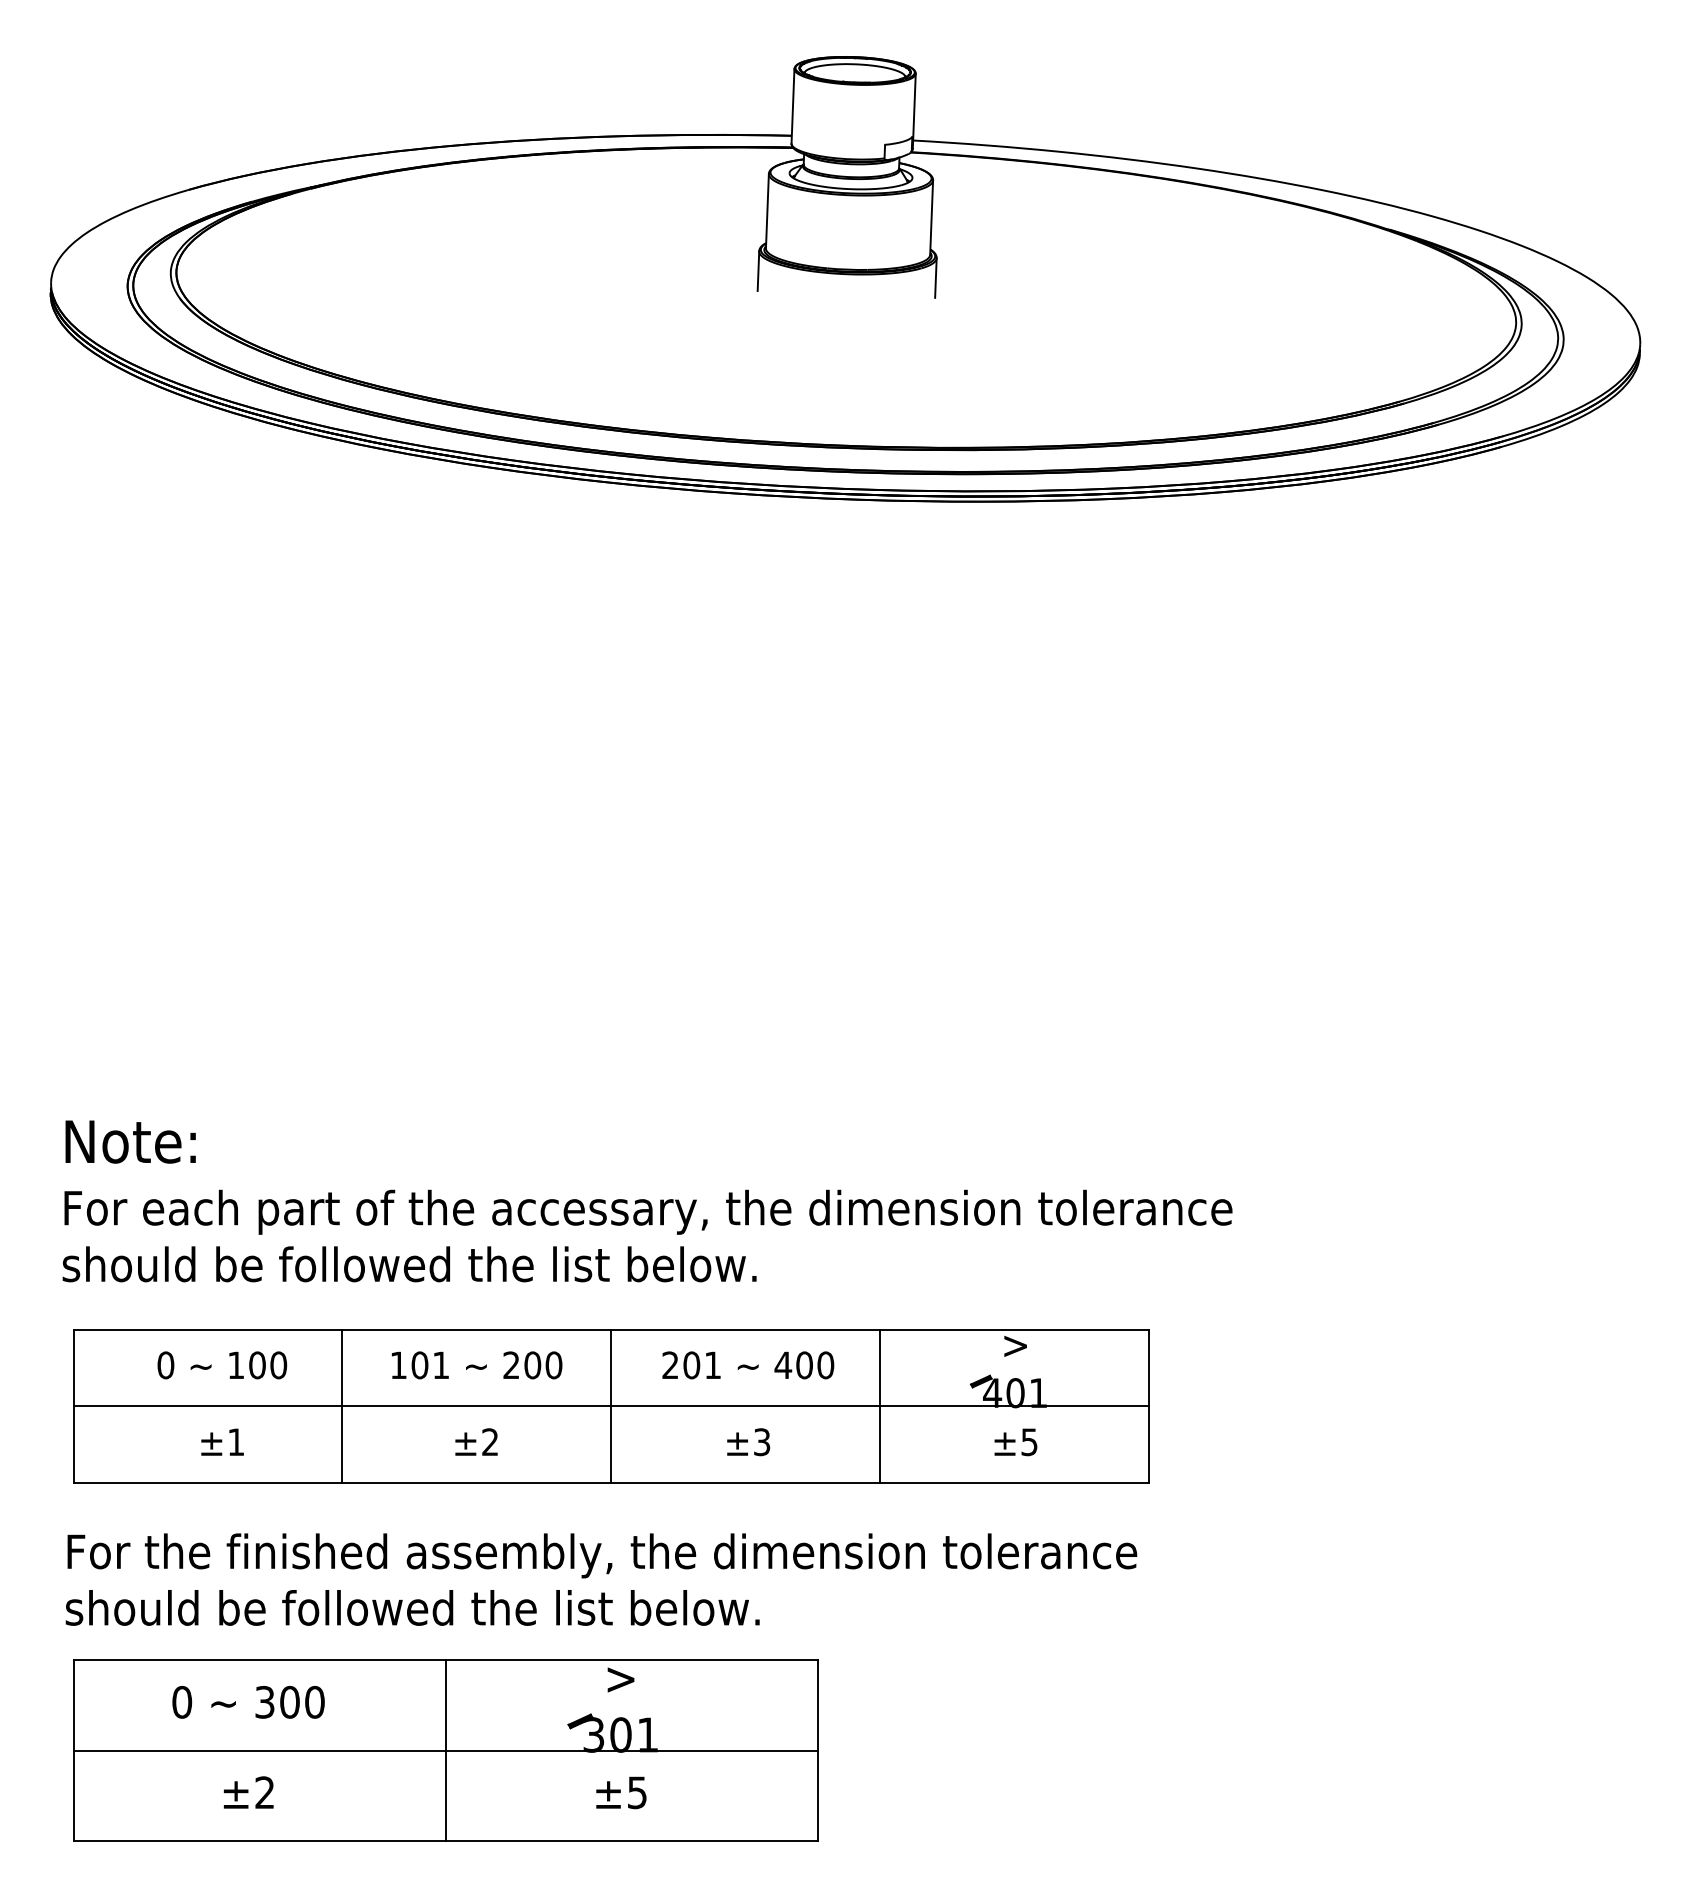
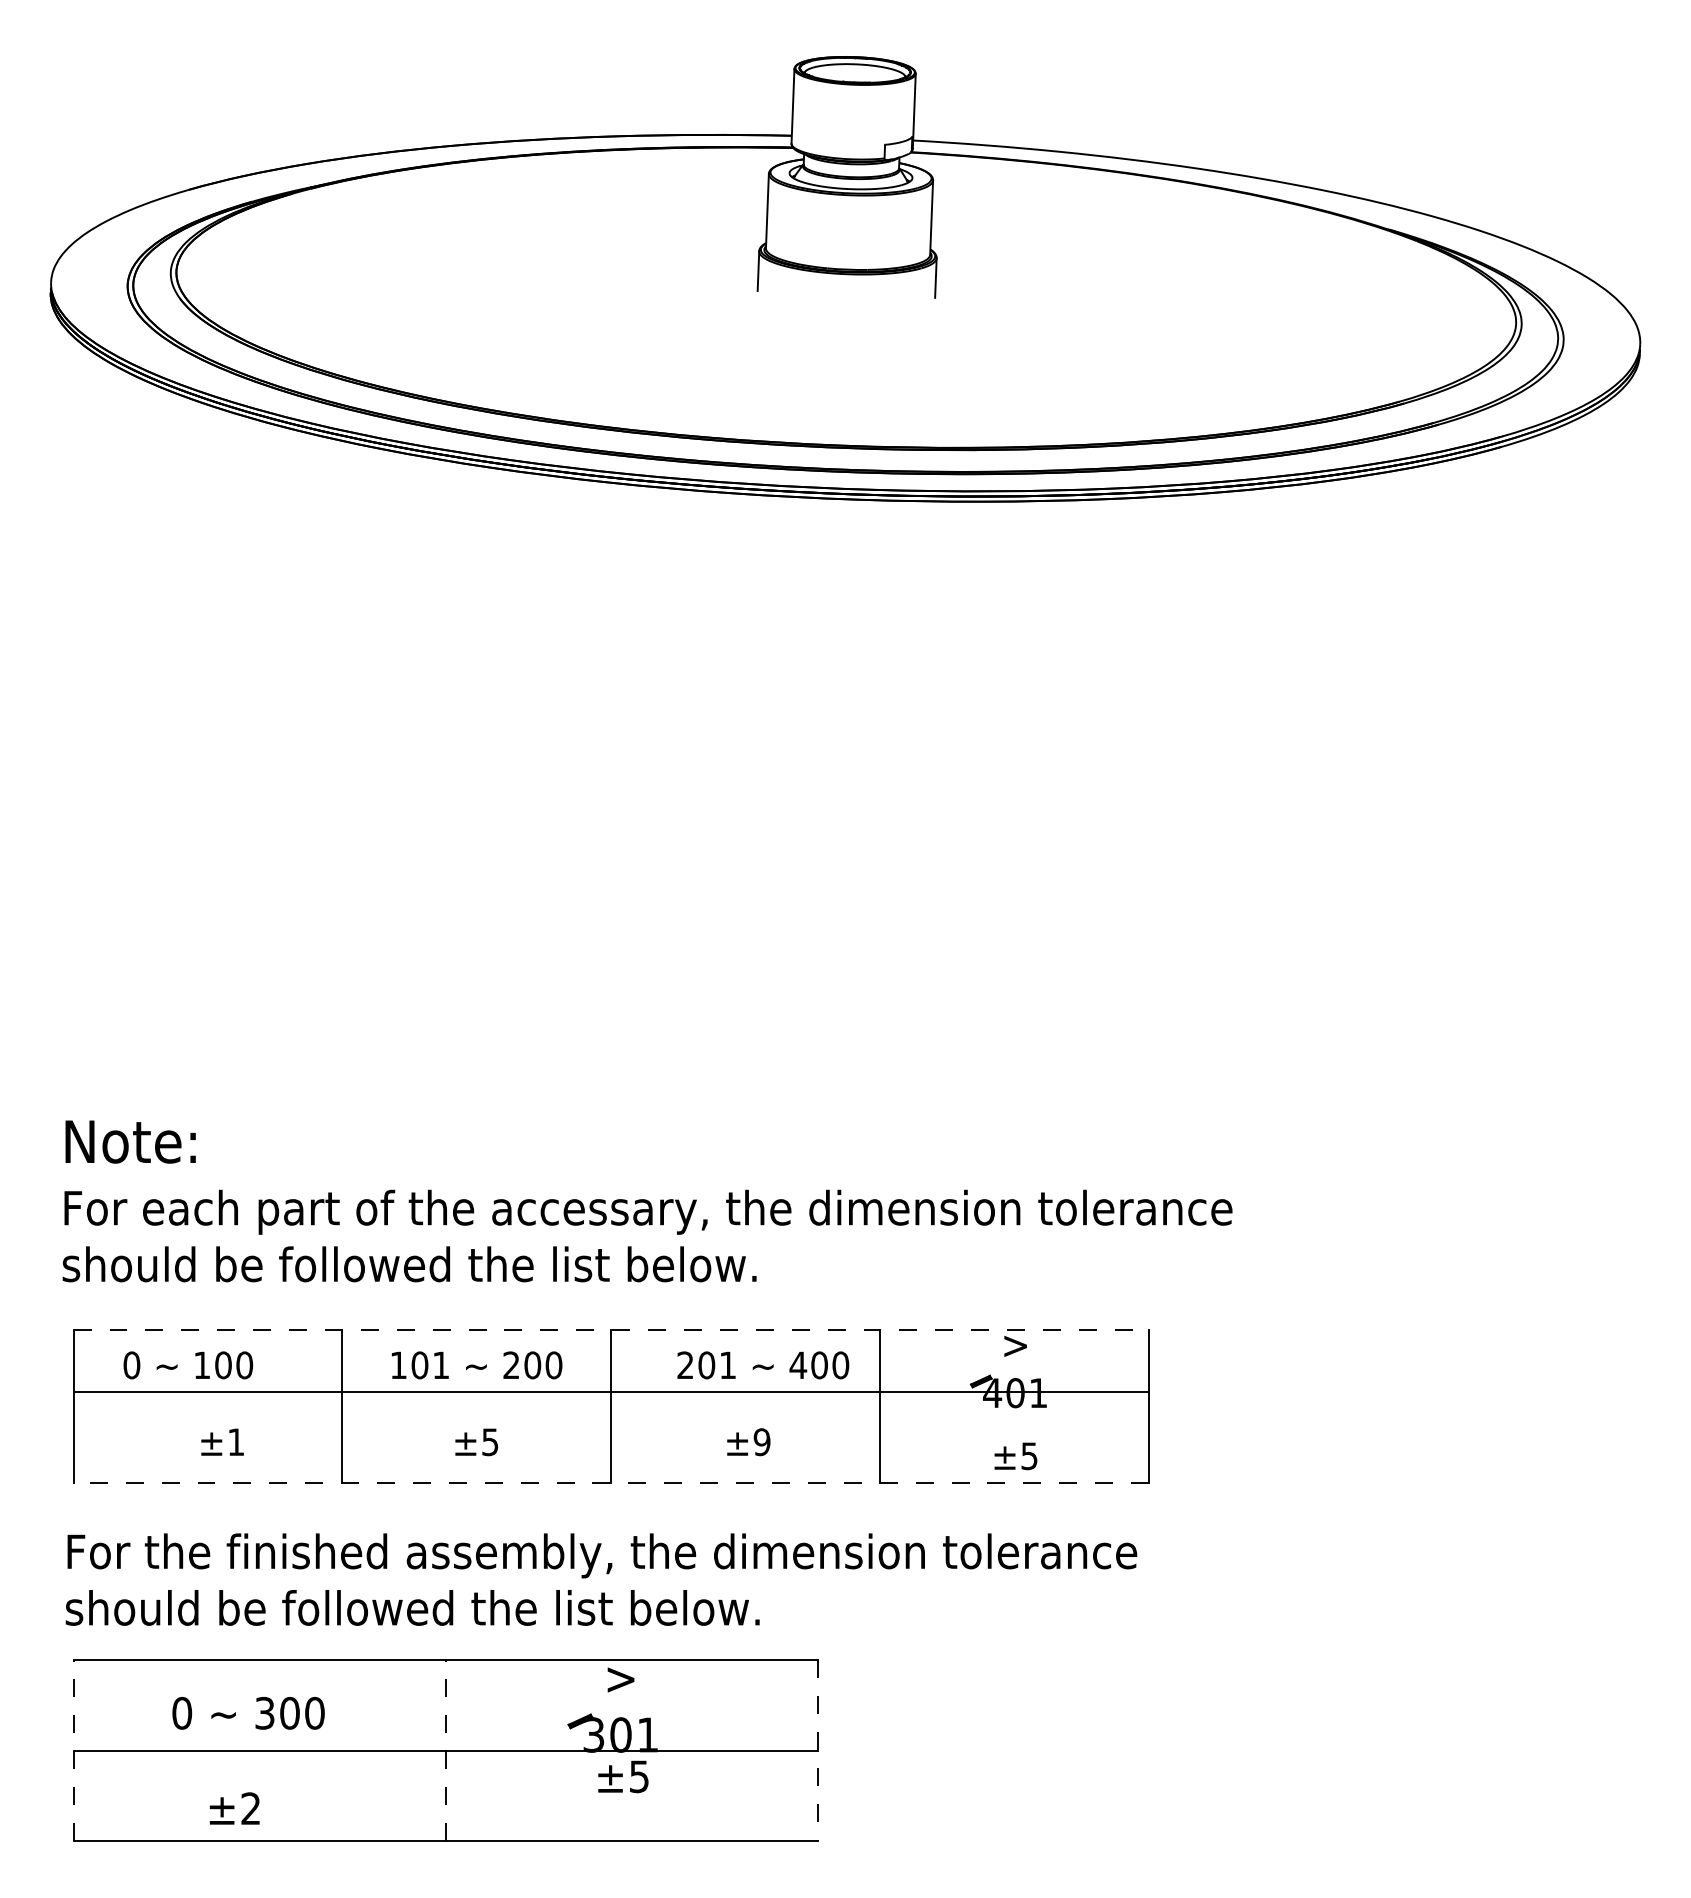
line at (611, 1329): solid -> dashed
text at (222, 1365) position: (222, 1365) -> (188, 1365)
text at (748, 1365) position: (748, 1365) -> (763, 1365)
line at (611, 1406) position: (611, 1406) -> (611, 1392)
text at (490, 1442): ±2 -> ±5
text at (761, 1442): ±3 -> ±9
text at (1015, 1442) position: (1015, 1442) -> (1015, 1456)
line at (611, 1483): solid -> dashed
text at (248, 1702) position: (248, 1702) -> (248, 1713)
line at (73, 1750): solid -> dashed
line at (446, 1750): solid -> dashed
line at (818, 1751): solid -> dashed
text at (248, 1792) position: (248, 1792) -> (234, 1808)
text at (621, 1792) position: (621, 1792) -> (623, 1776)
